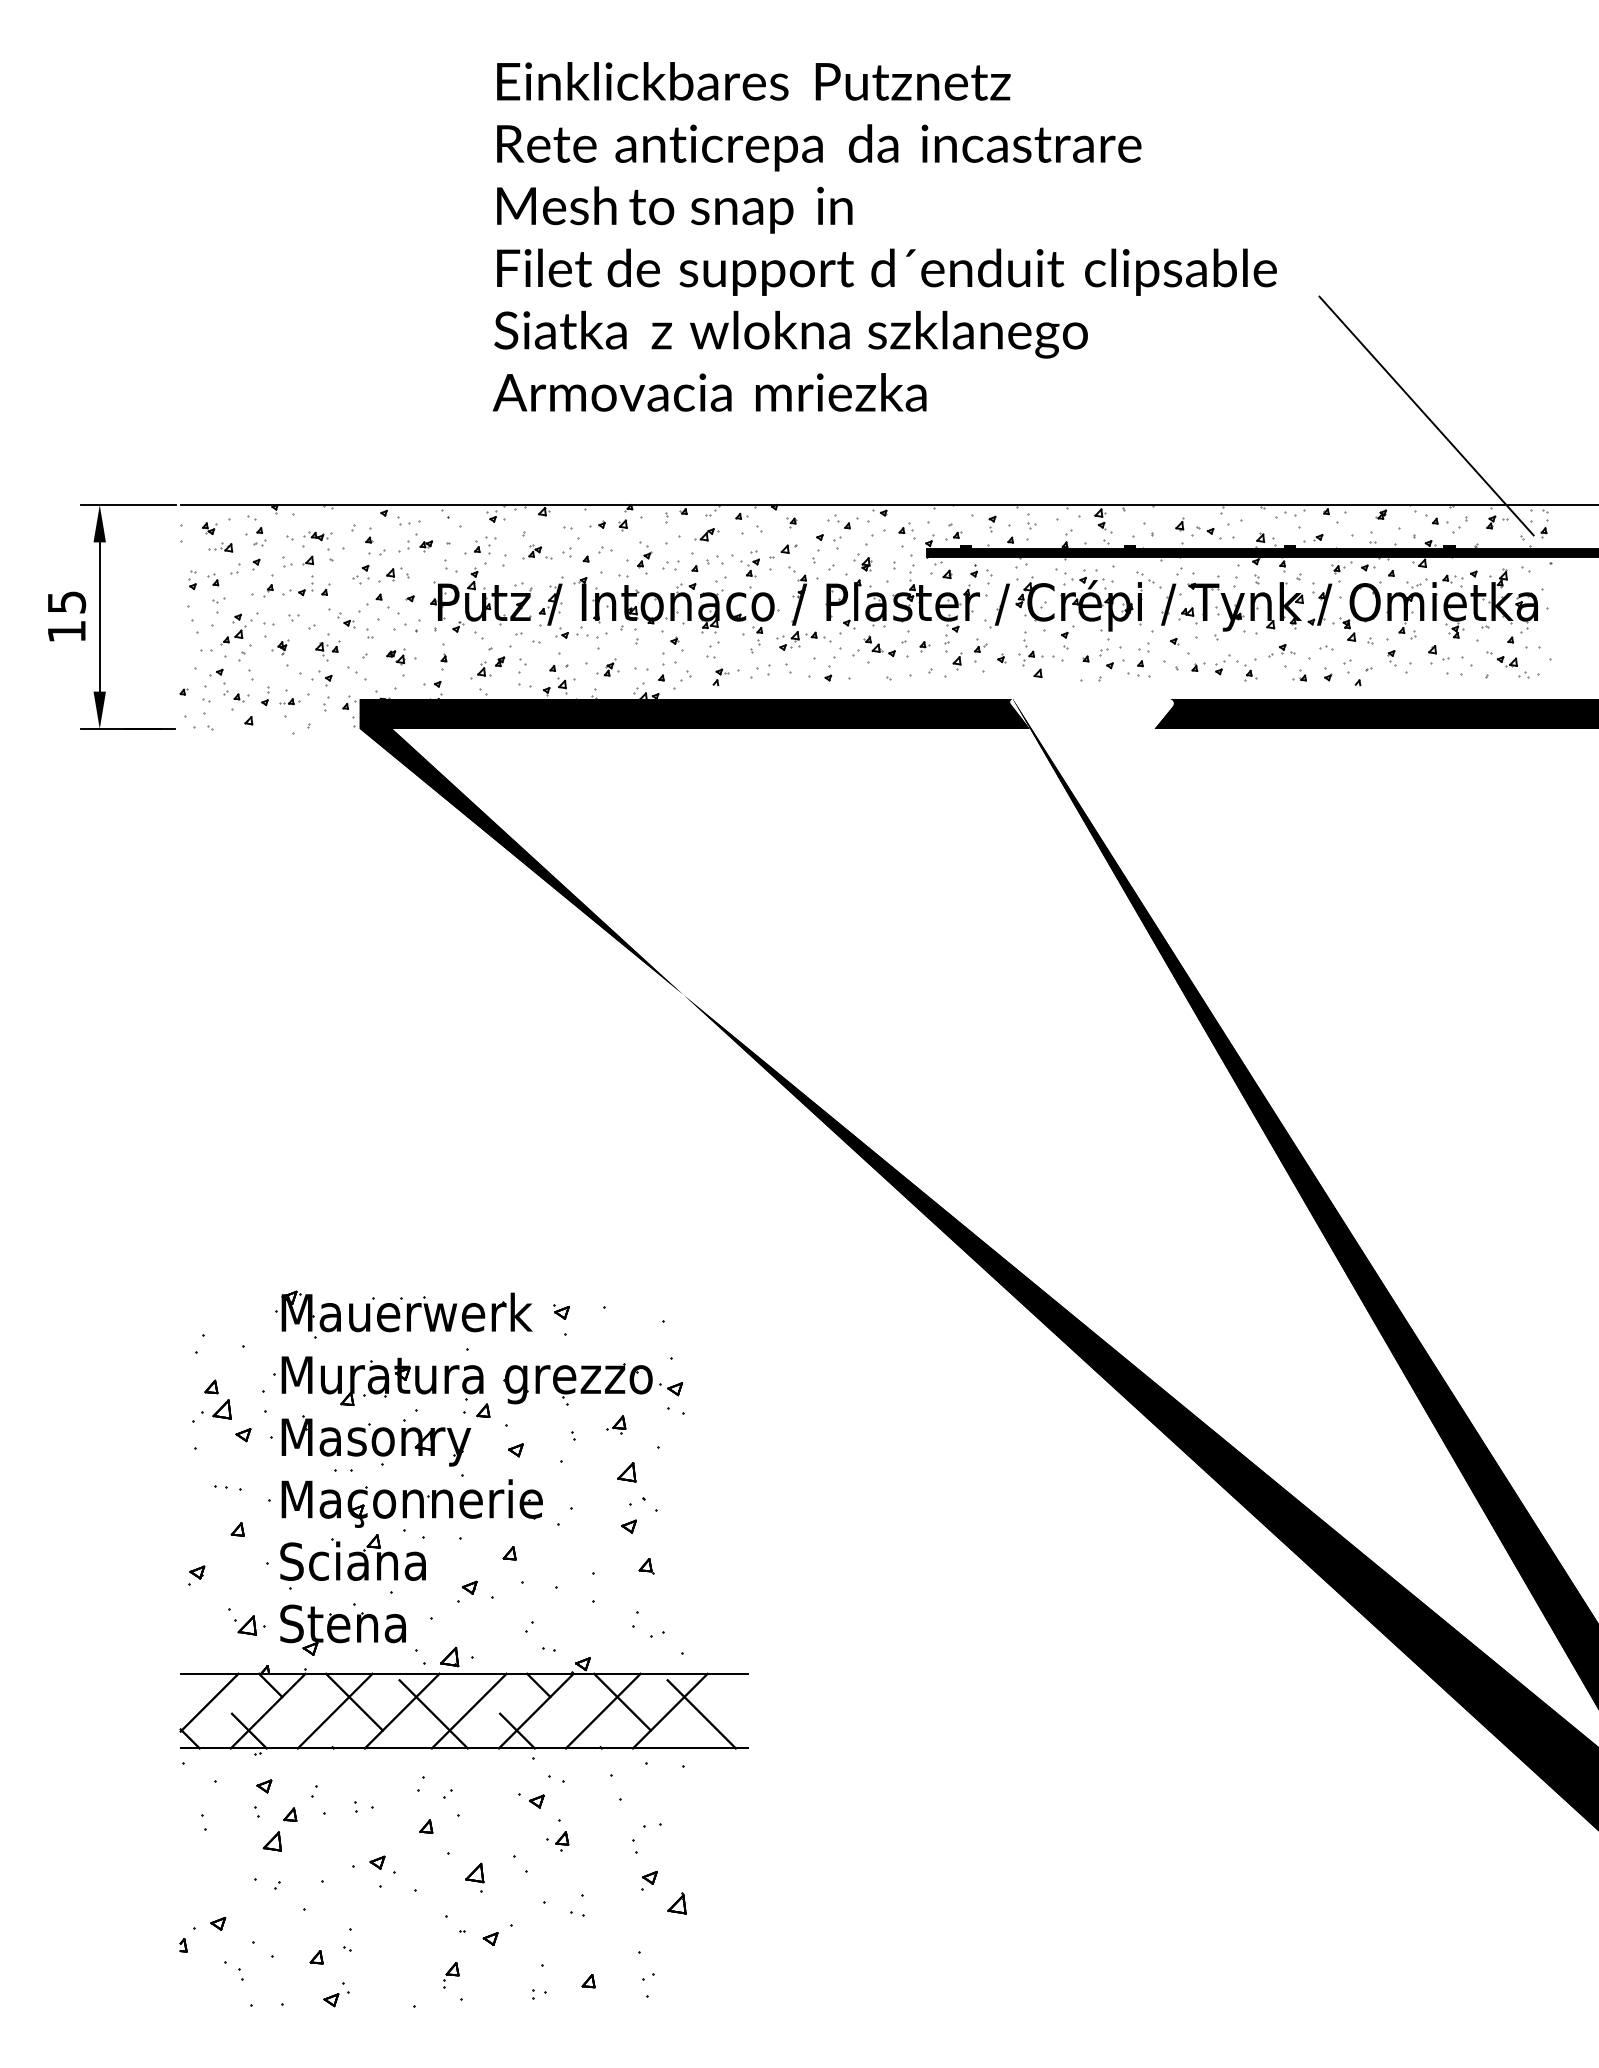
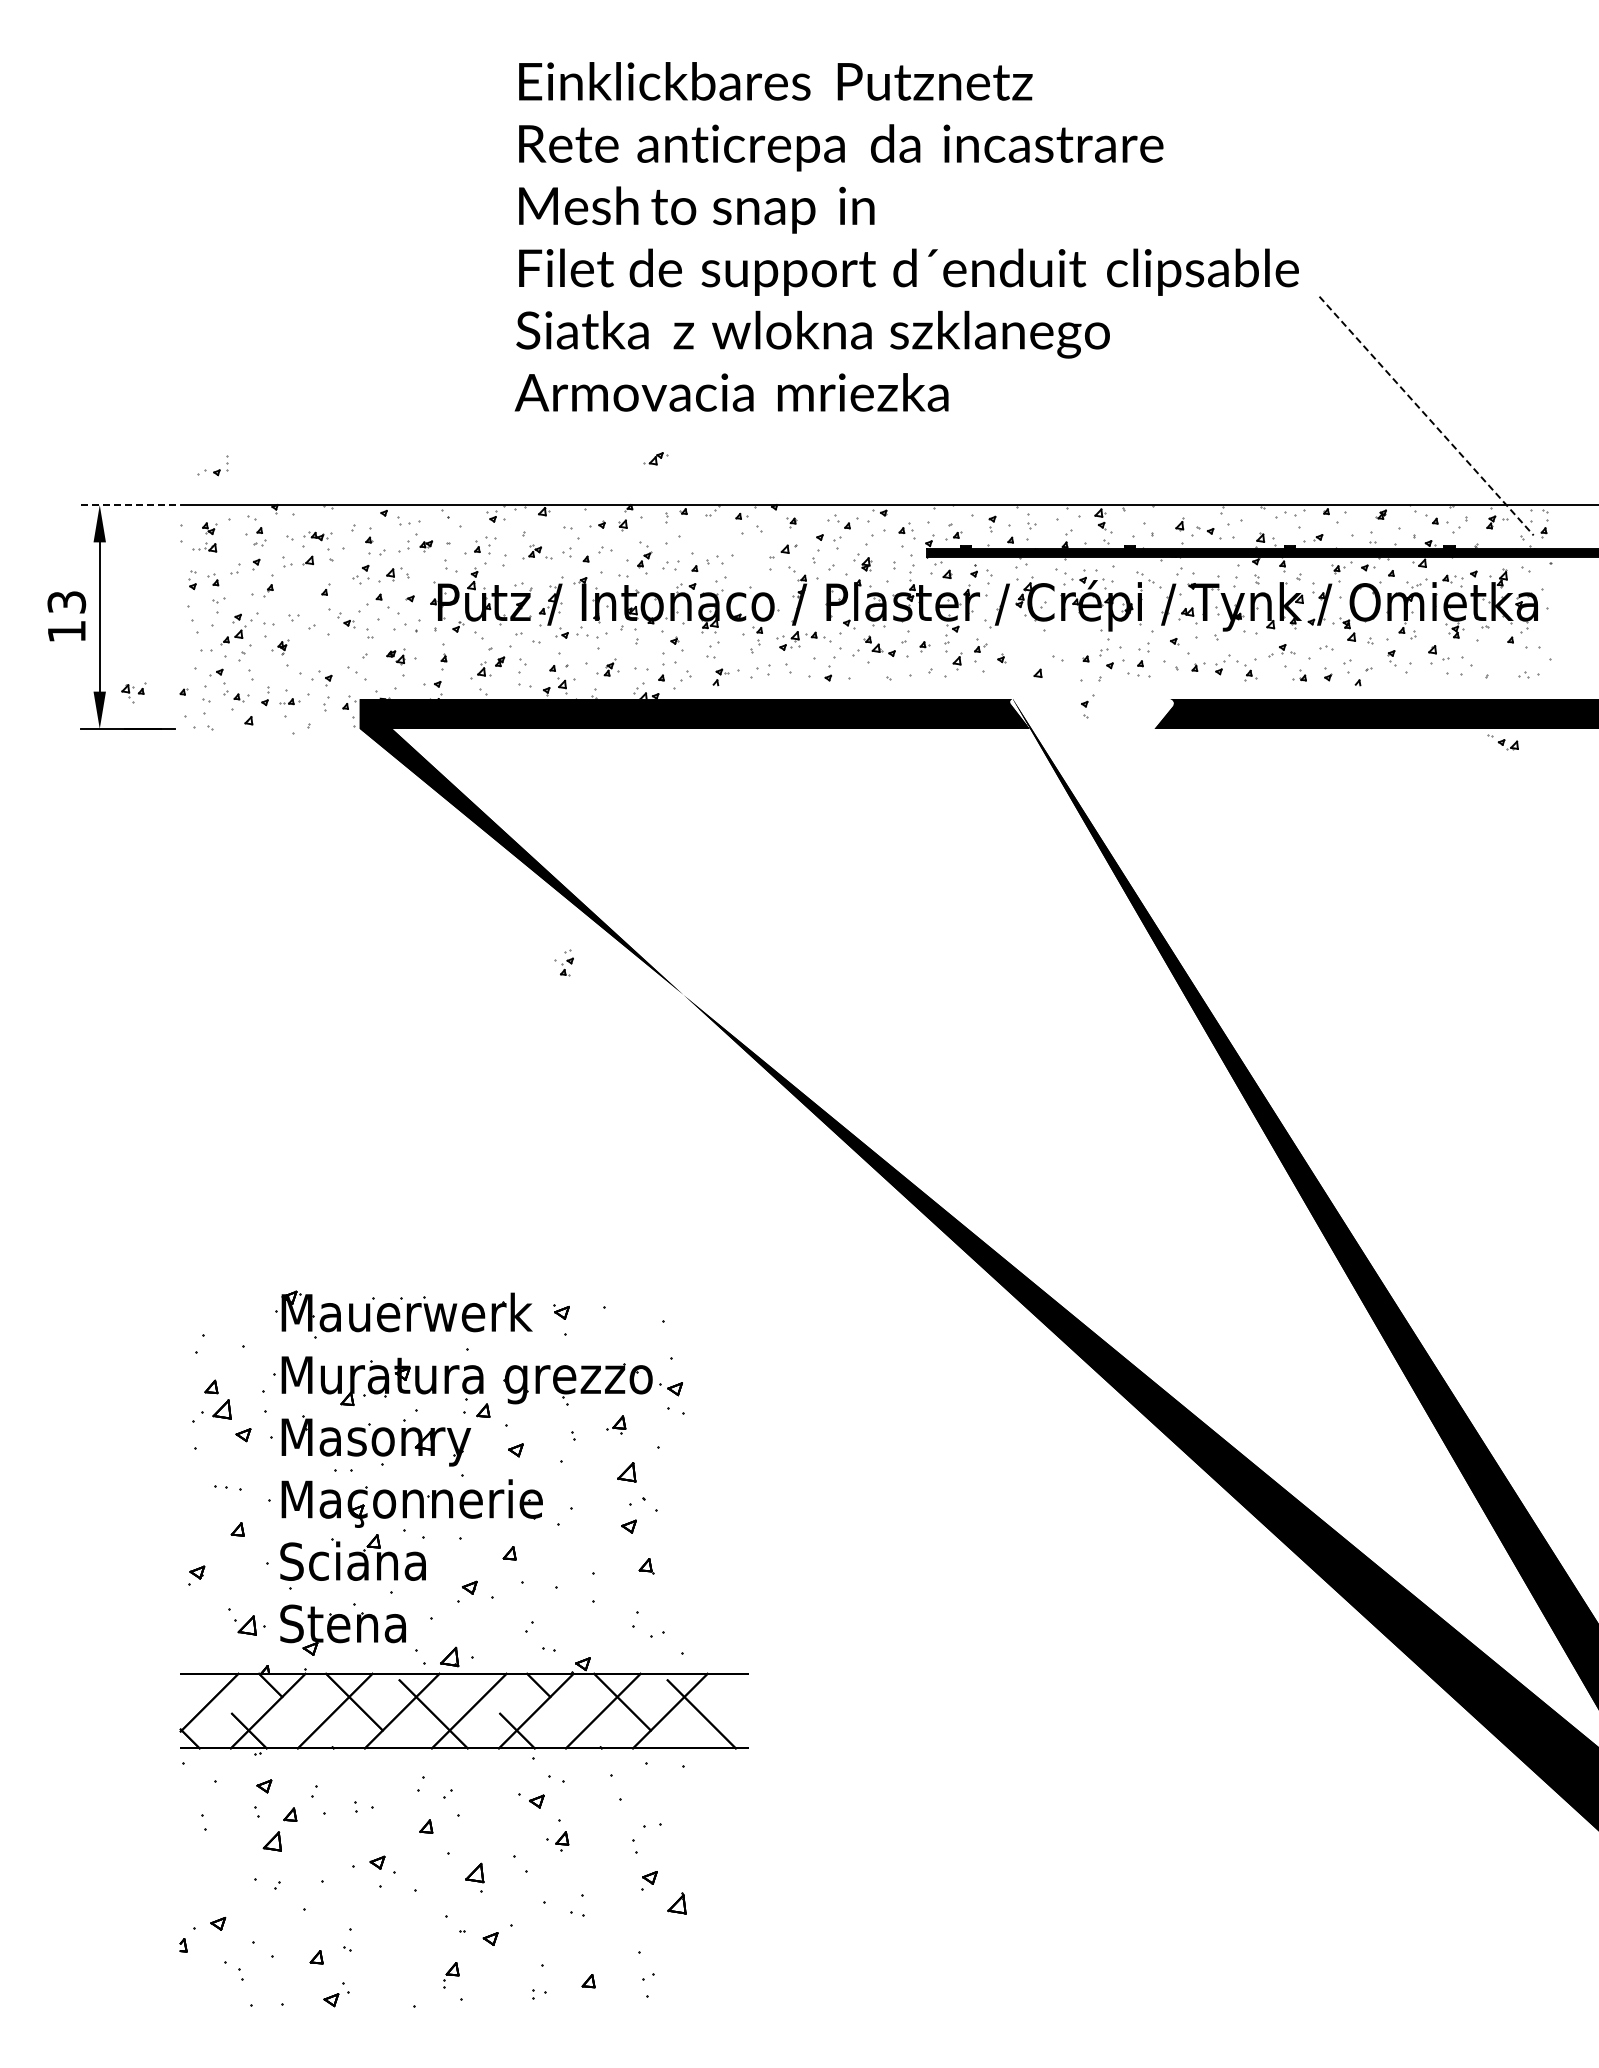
text at (884, 236) position: (884, 236) -> (906, 236)
line at (1426, 416): solid -> dashed
line at (127, 505): solid -> dashed
part at (706, 534) position: (706, 534) -> (655, 458)
part at (220, 547) position: (220, 547) -> (204, 547)
part at (749, 563) position: (749, 563) -> (563, 962)
part at (298, 591) position: (298, 591) -> (213, 471)
text at (66, 601): 15 -> 13
part at (1067, 637) position: (1067, 637) -> (1087, 706)
part at (1030, 648): present -> none
part at (327, 650) position: (327, 650) -> (133, 692)
part at (1501, 659) position: (1501, 659) -> (1502, 742)
